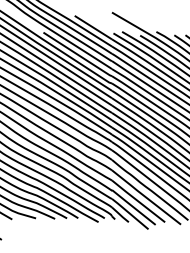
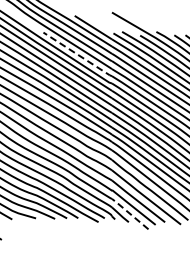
line at (77, 54): solid -> dashed
line at (129, 213): solid -> dashed
